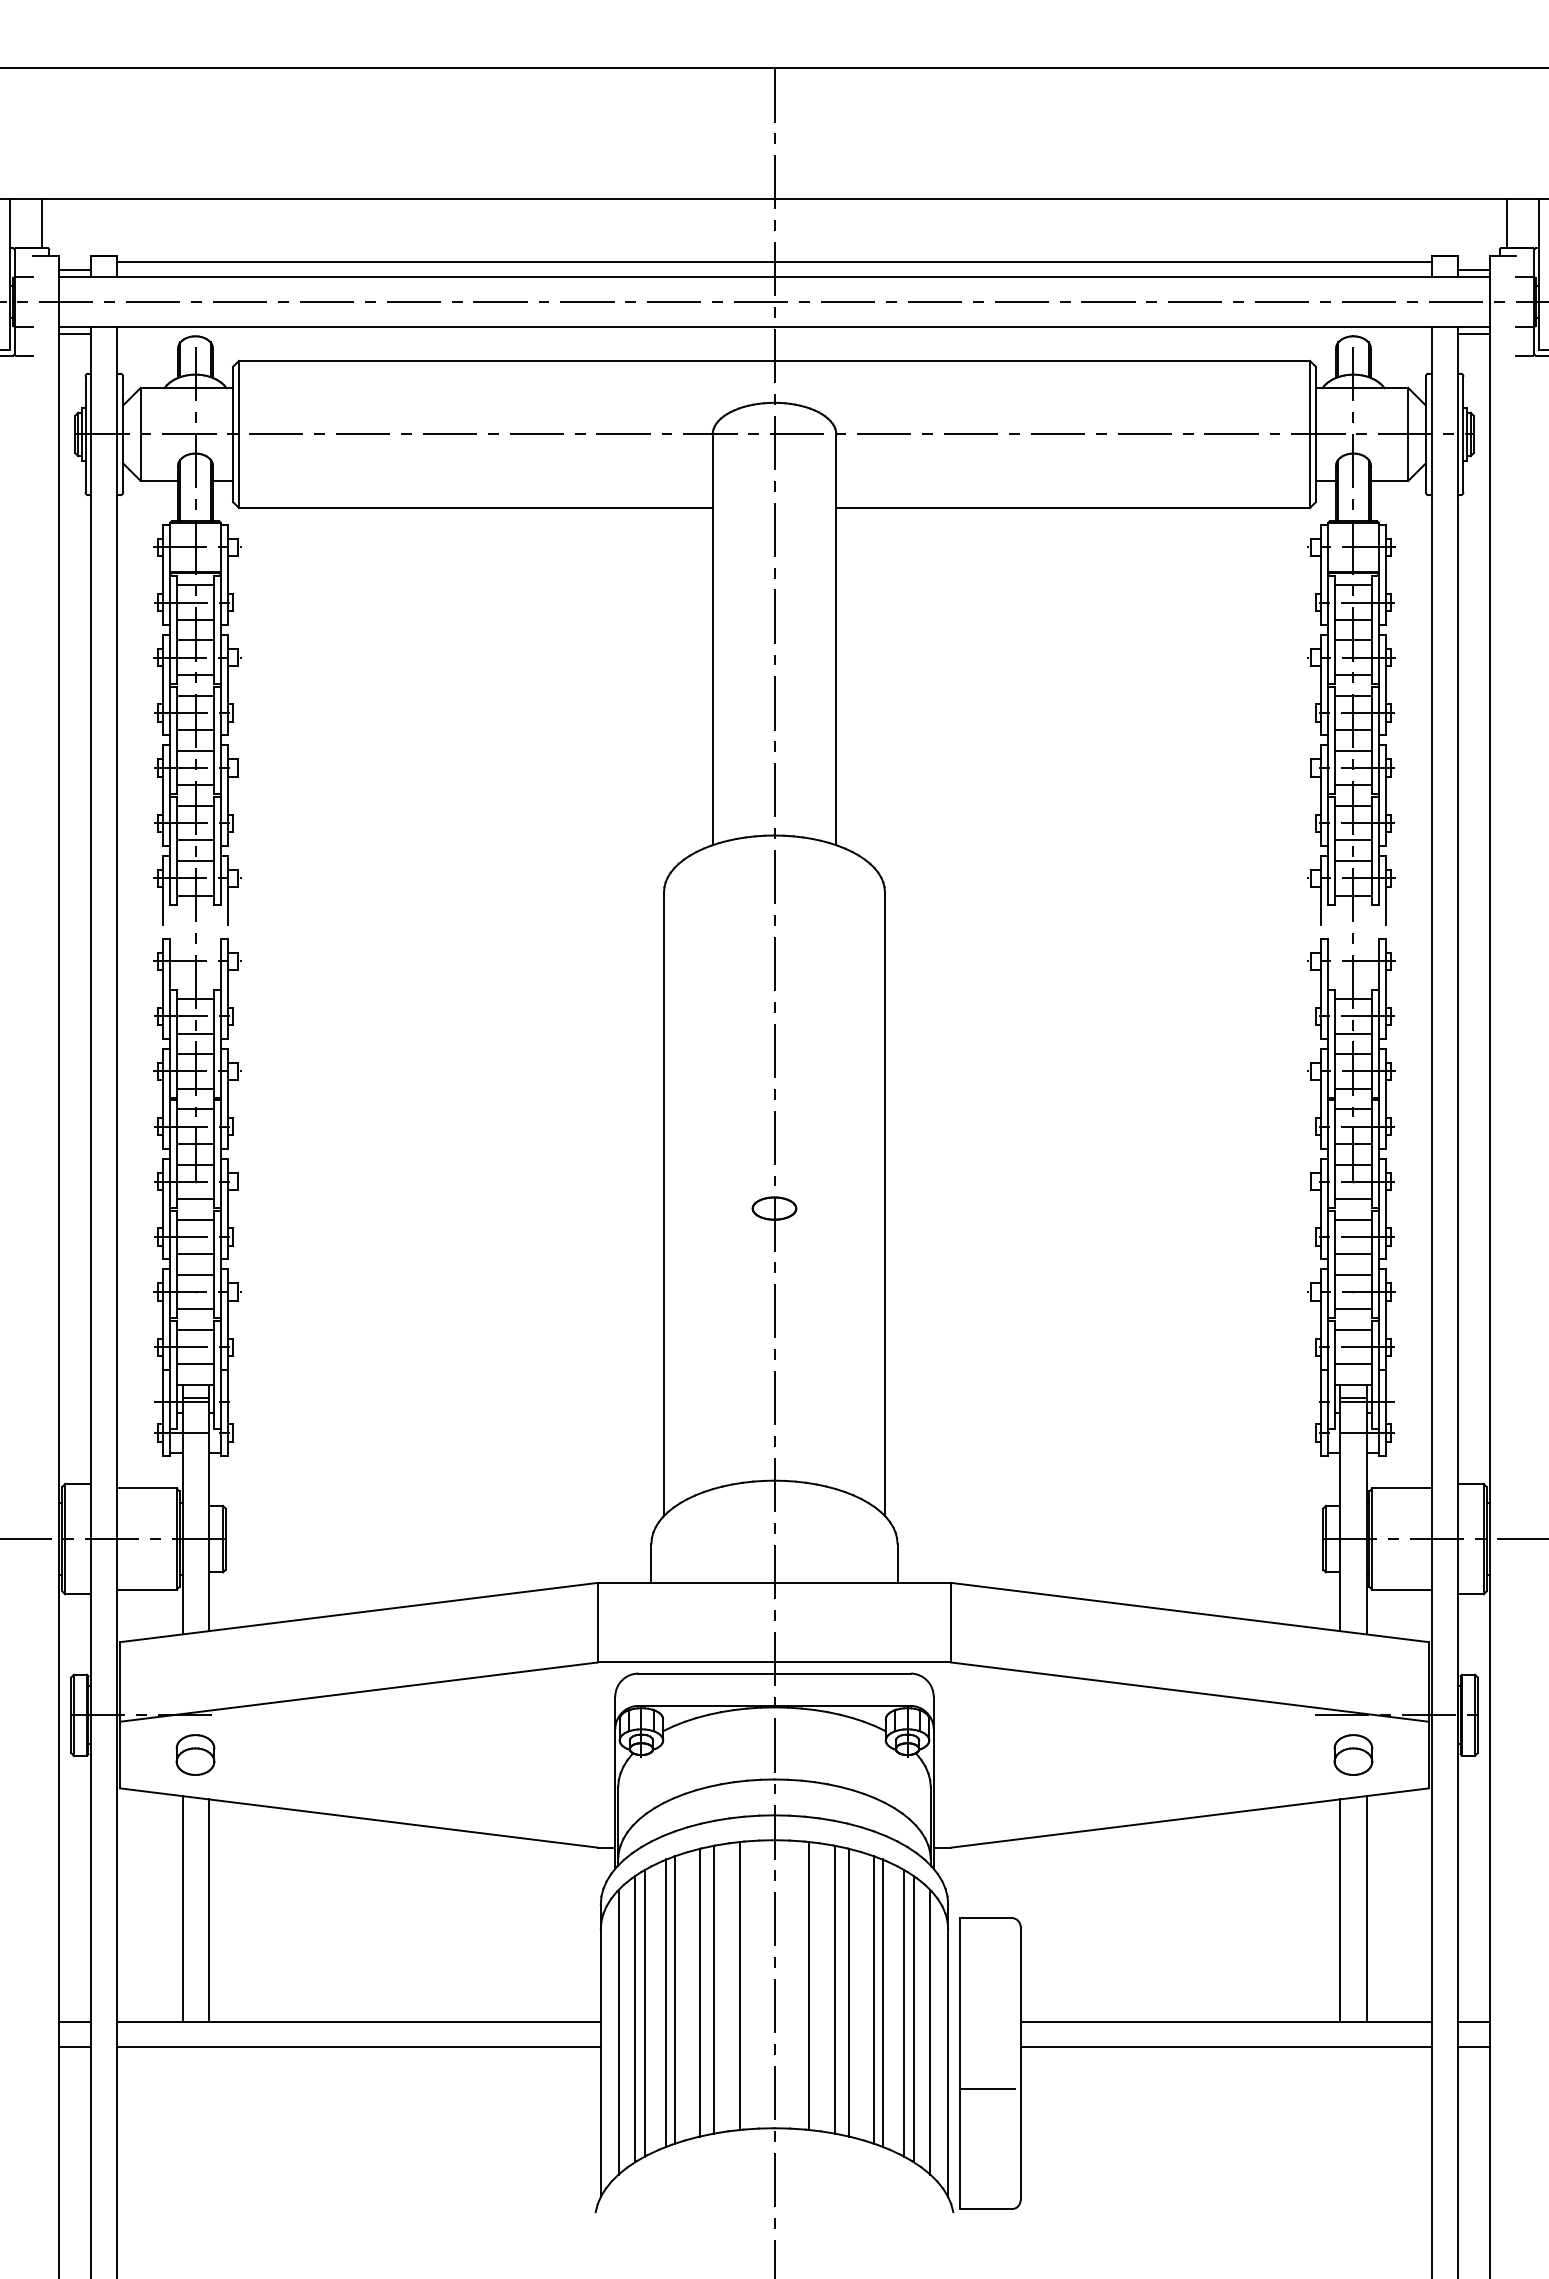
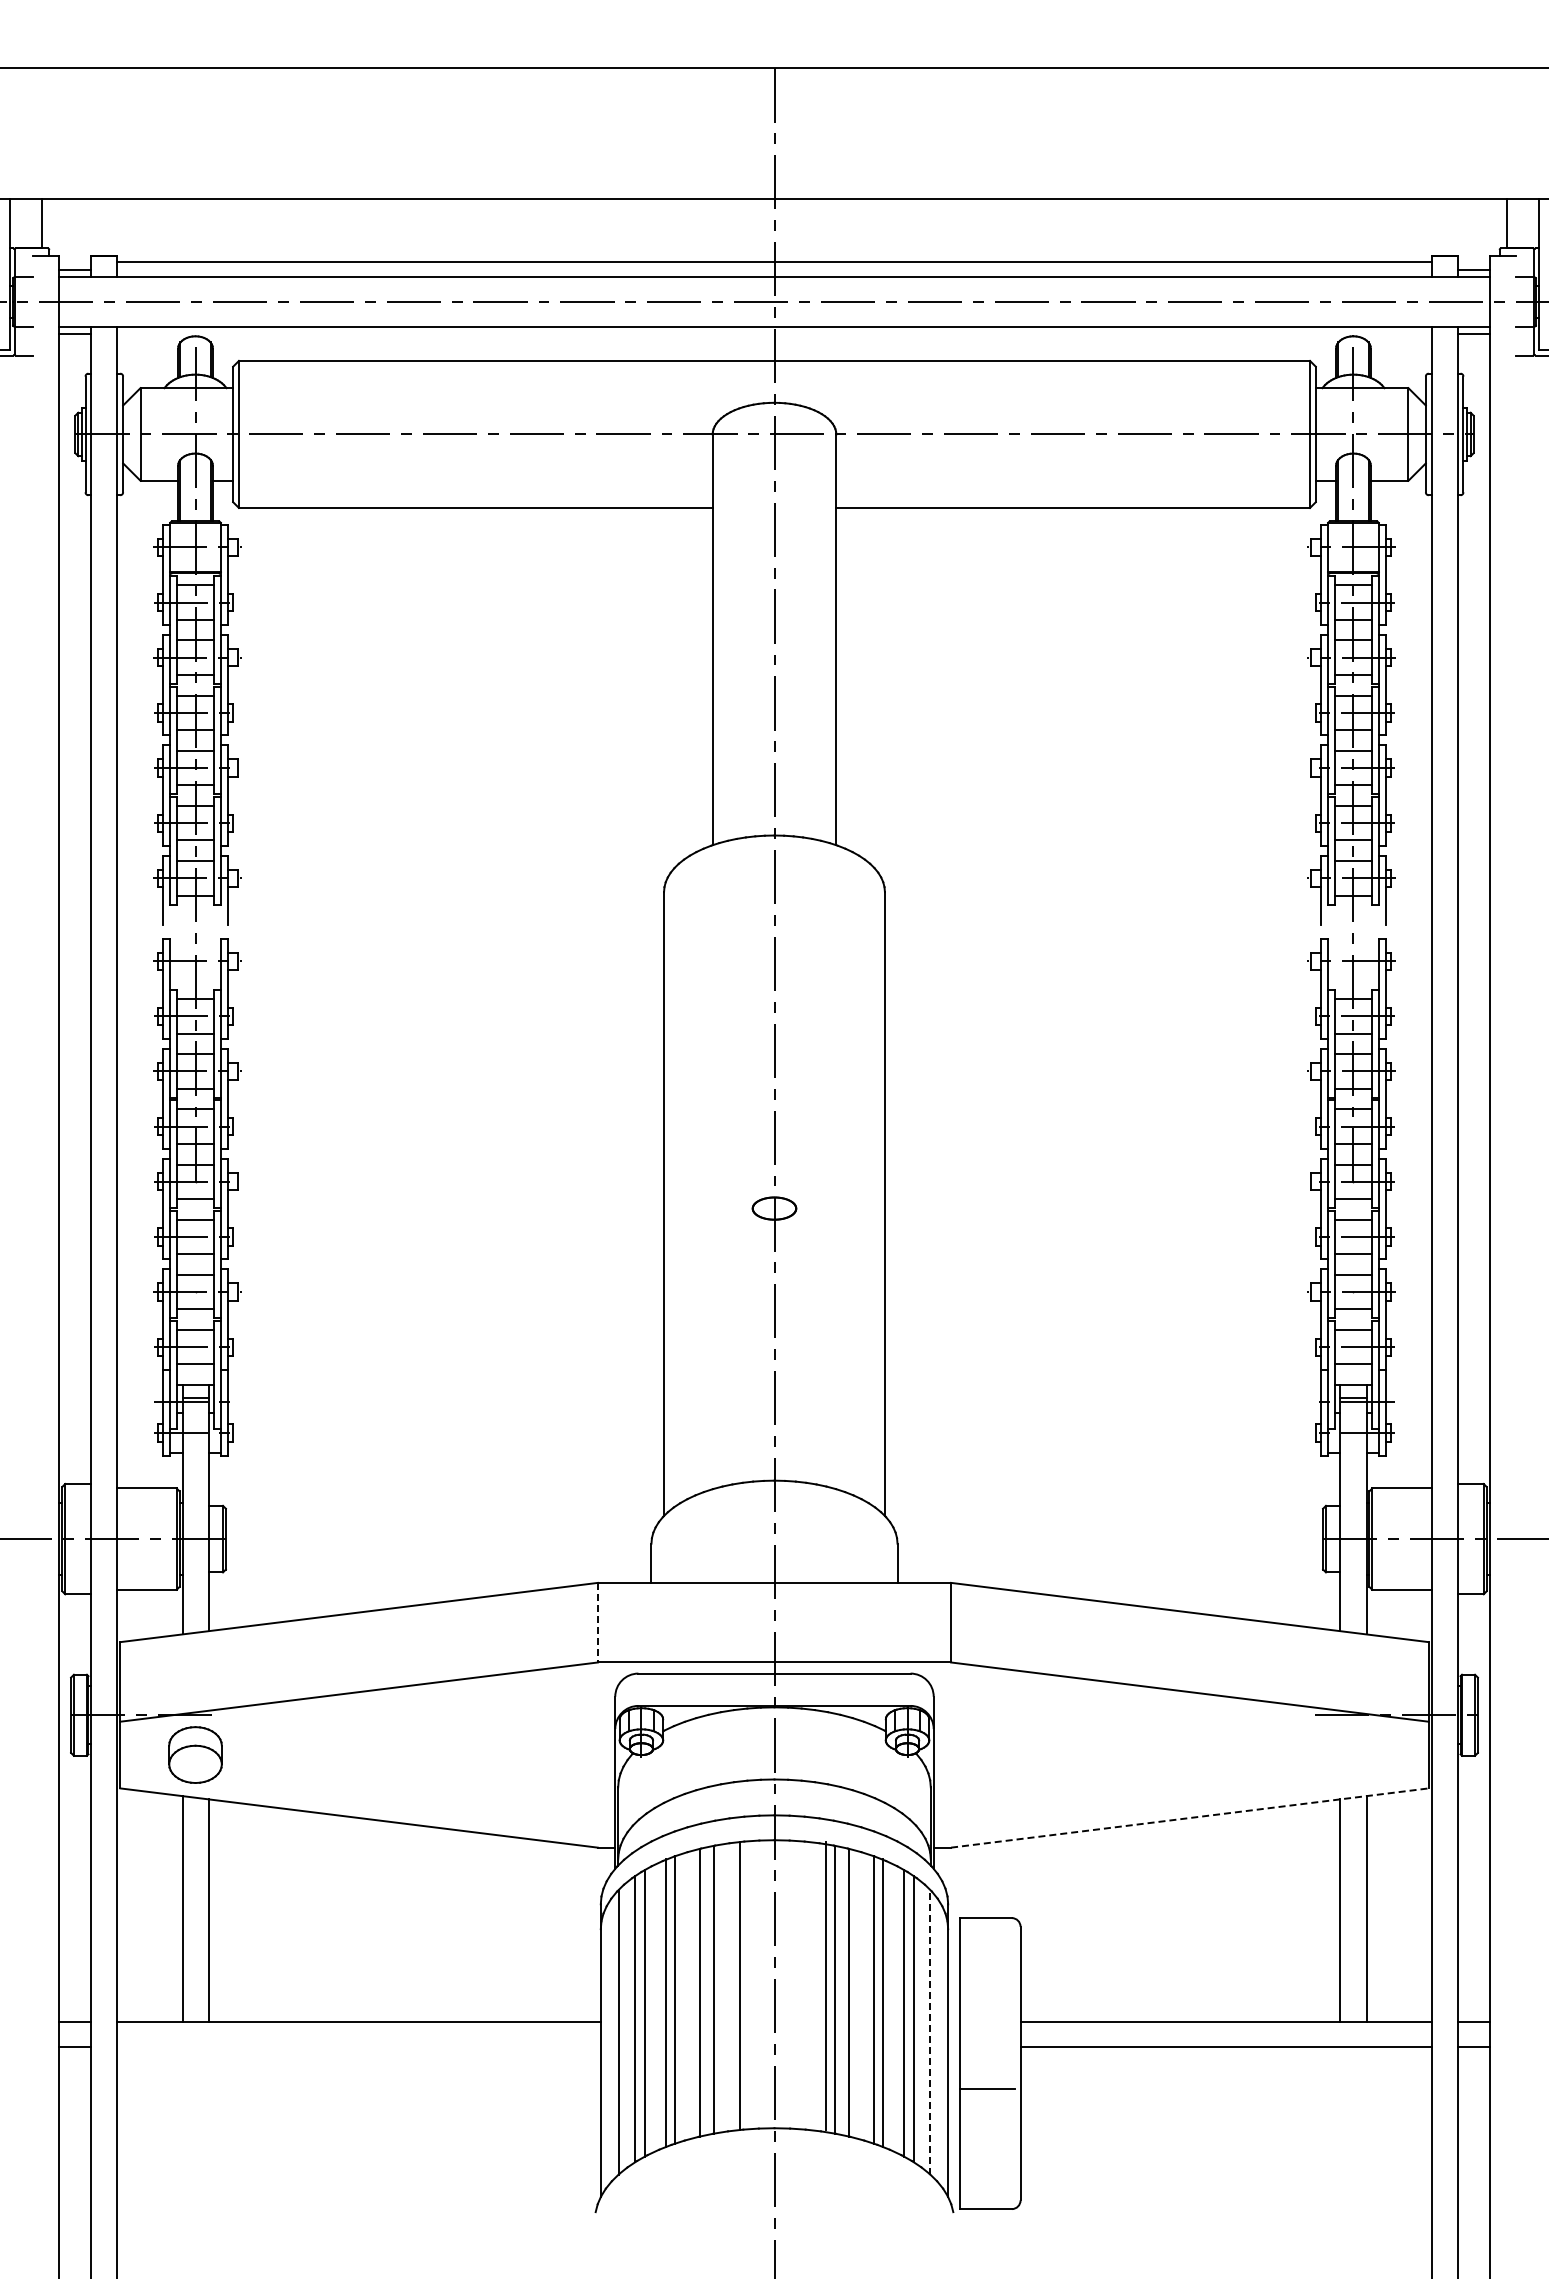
line at (597, 1622): solid -> dashed
part at (195, 1754) size: 41x42 px -> 55x58 px
part at (1353, 1754): present -> none
line at (1189, 1818): solid -> dashed
line at (808, 1985) position: (808, 1985) -> (825, 1985)
line at (930, 2031): solid -> dashed
line at (358, 2047): present -> none
